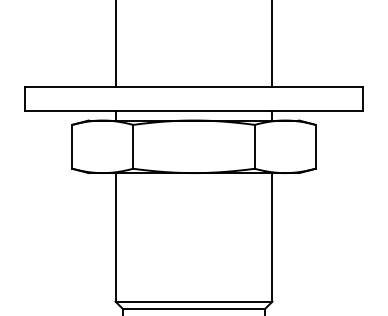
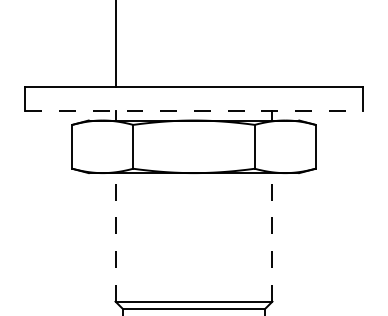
line at (272, 44): present -> none
line at (193, 110): solid -> dashed
line at (115, 236): solid -> dashed
line at (272, 236): solid -> dashed
